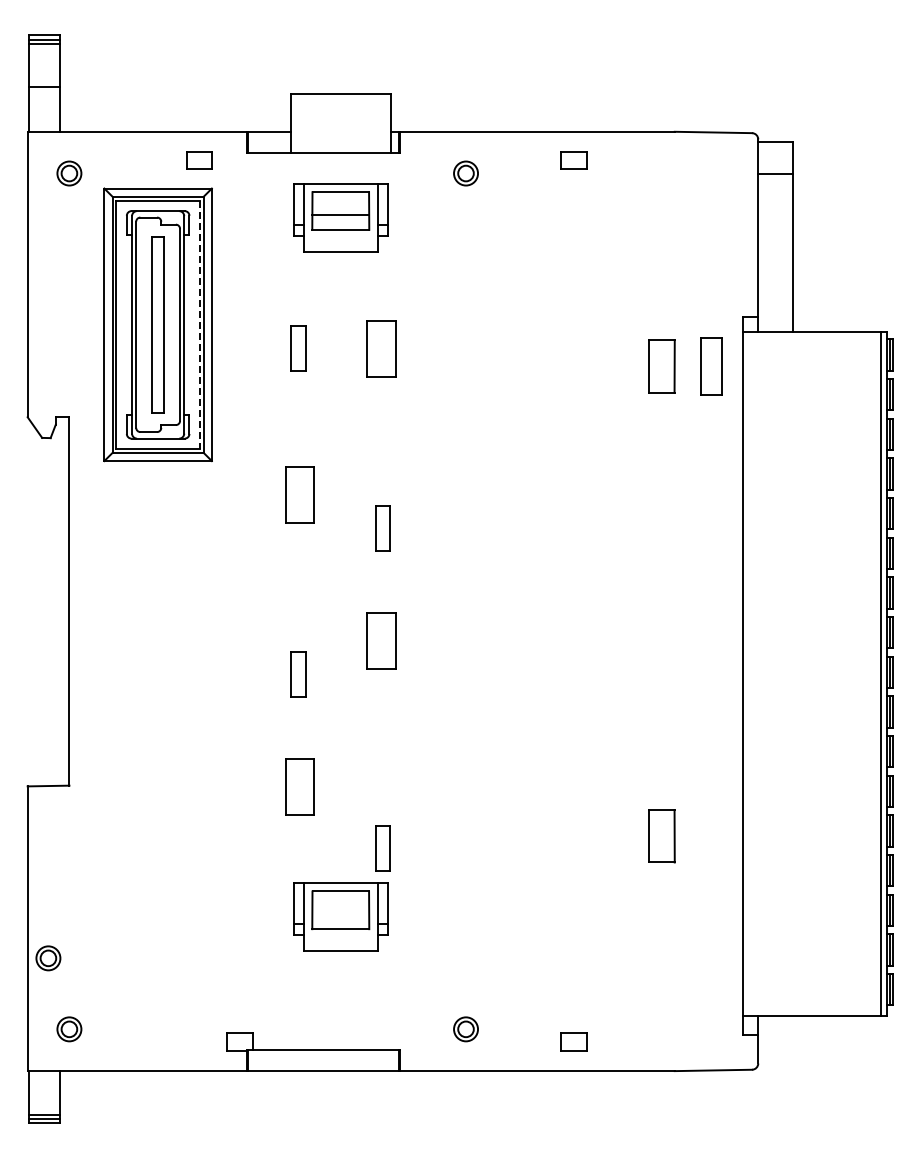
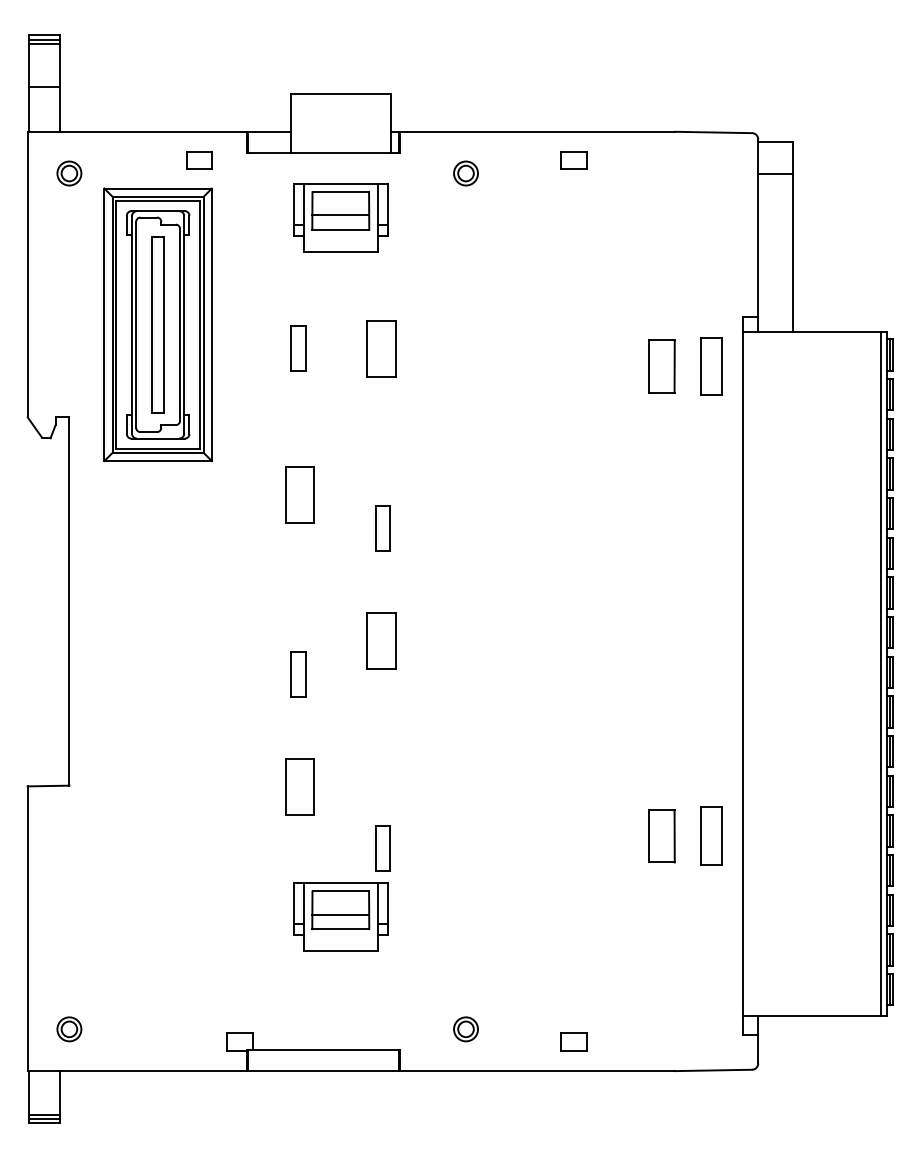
line at (199, 325): dashed -> solid
part at (711, 835): none -> present
line at (340, 914): none -> present
part at (48, 958): present -> none
